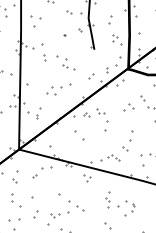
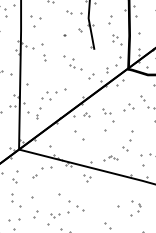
part at (65, 62) position: (65, 62) -> (72, 62)
part at (58, 89) position: (58, 89) -> (53, 94)
part at (102, 115) position: (102, 115) -> (108, 115)
part at (110, 157) size: 21x8 px -> 16x7 px
part at (107, 199): present -> none
part at (129, 208) position: (129, 208) -> (135, 208)
